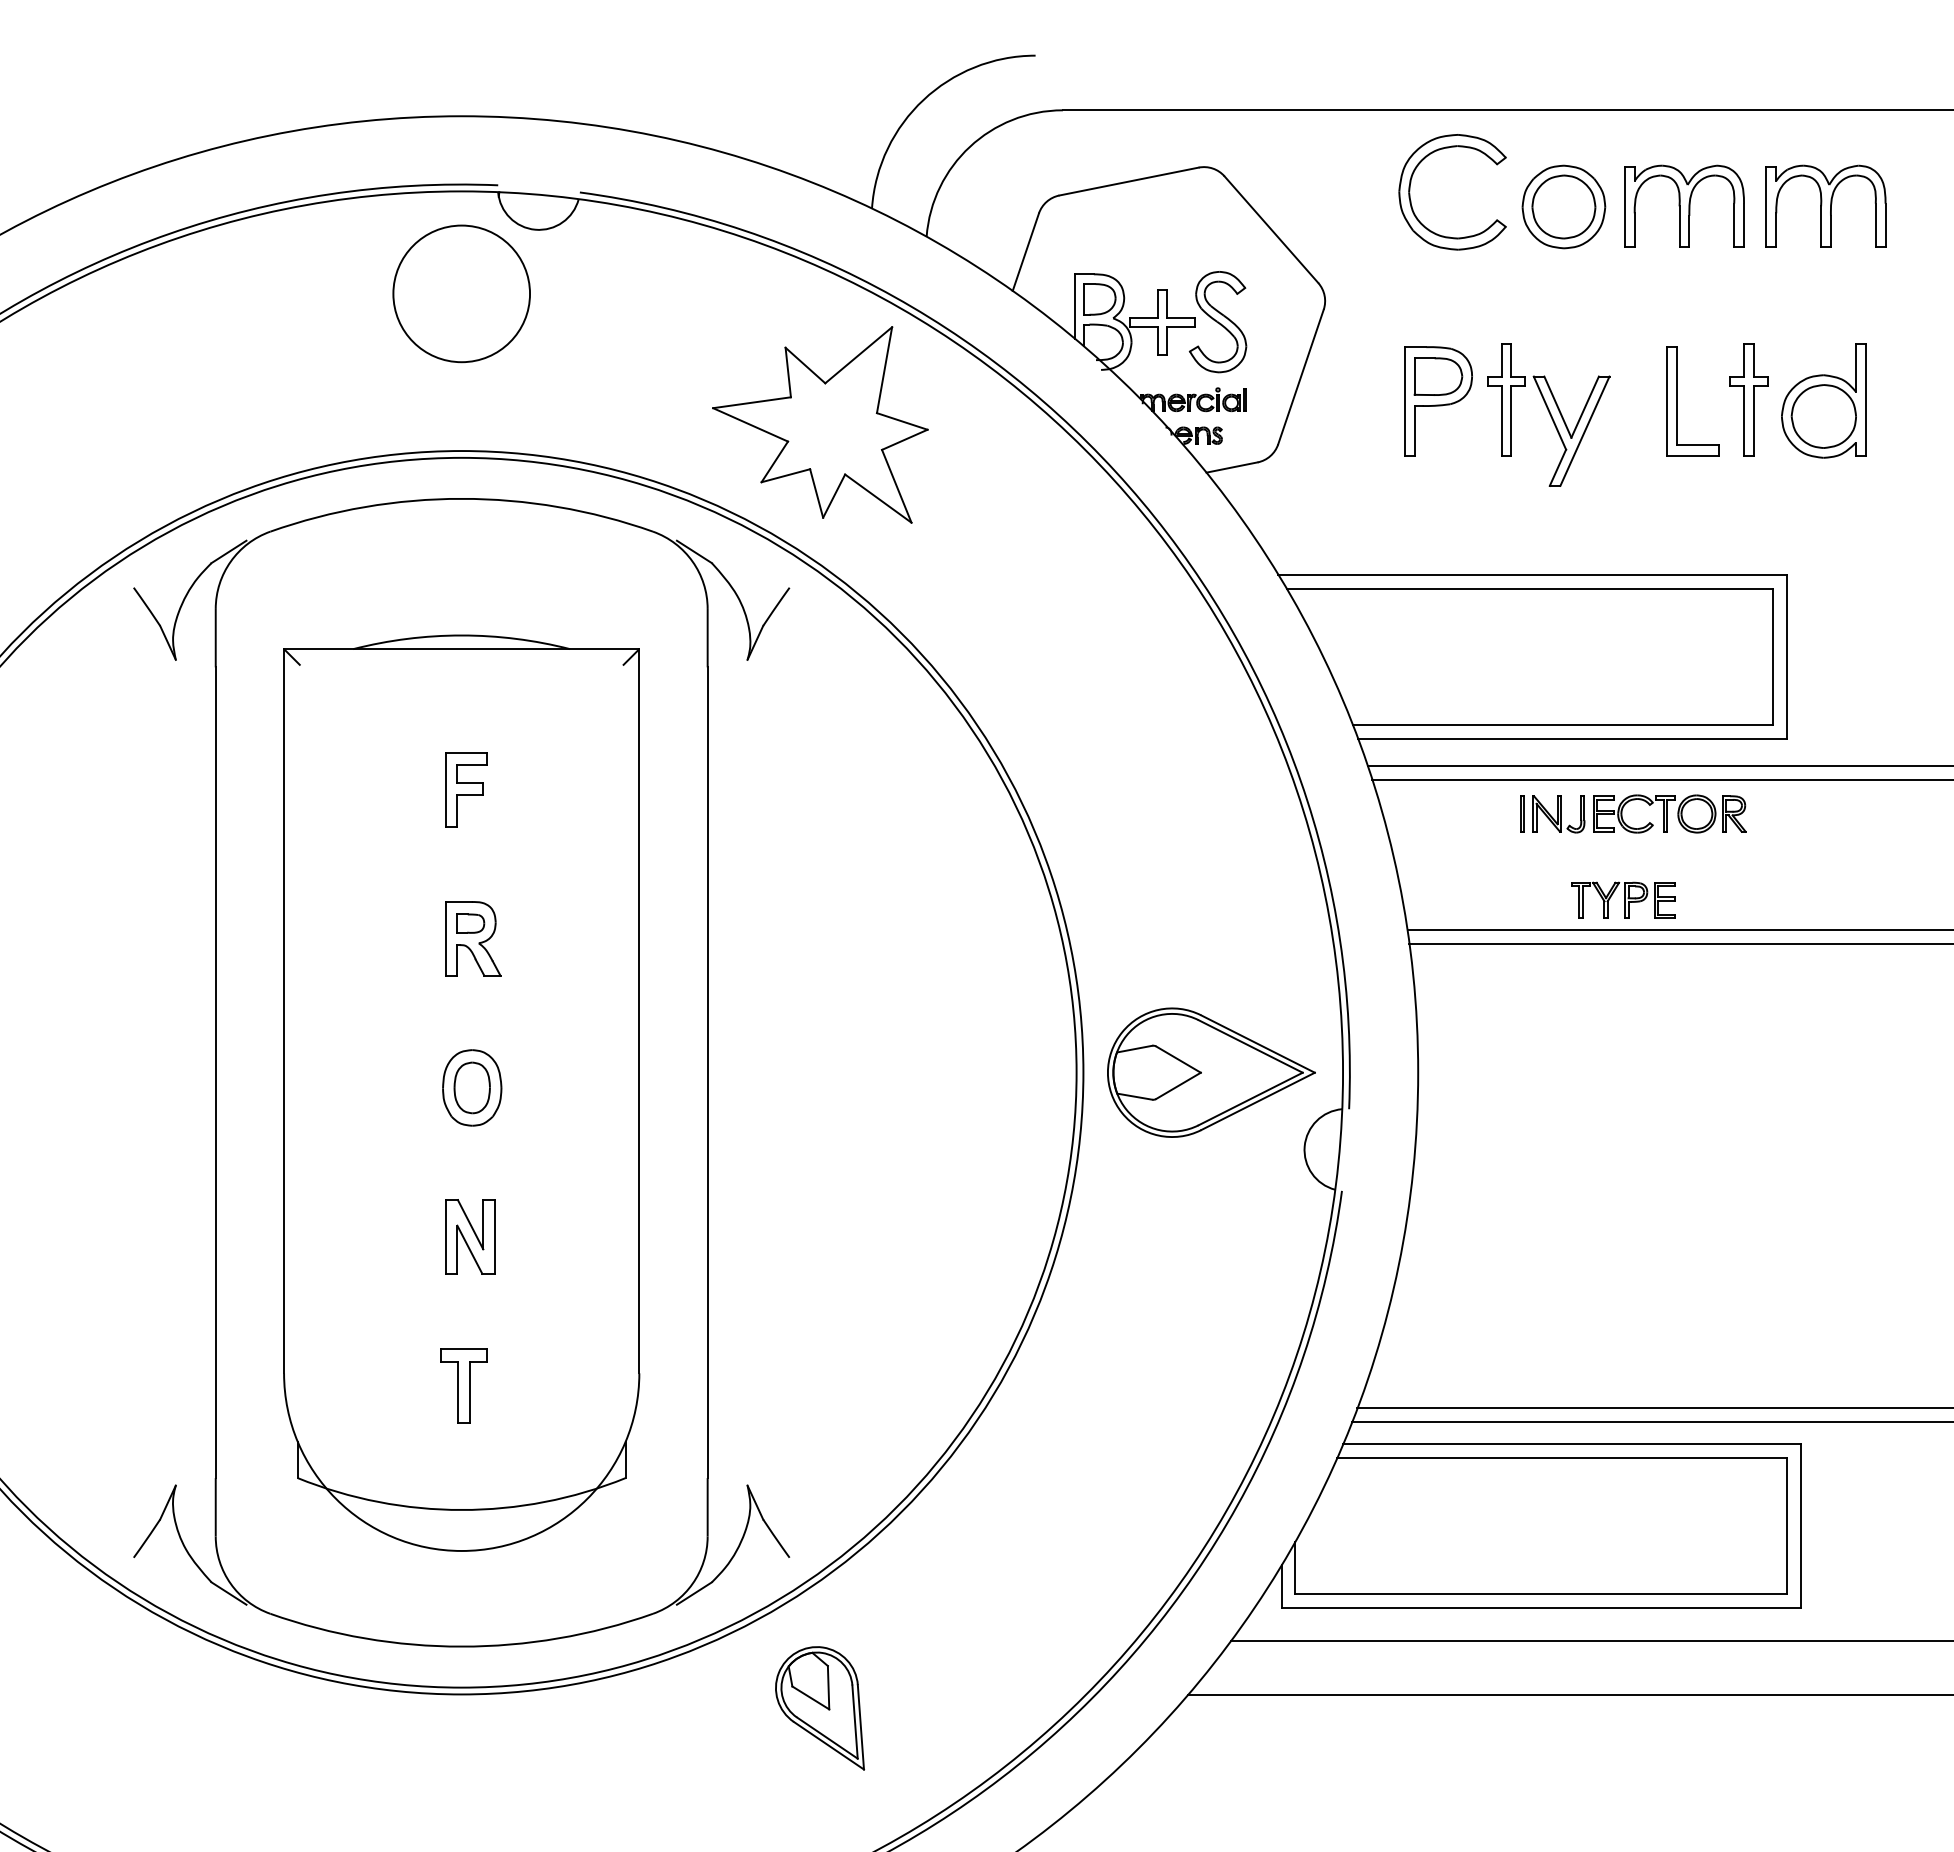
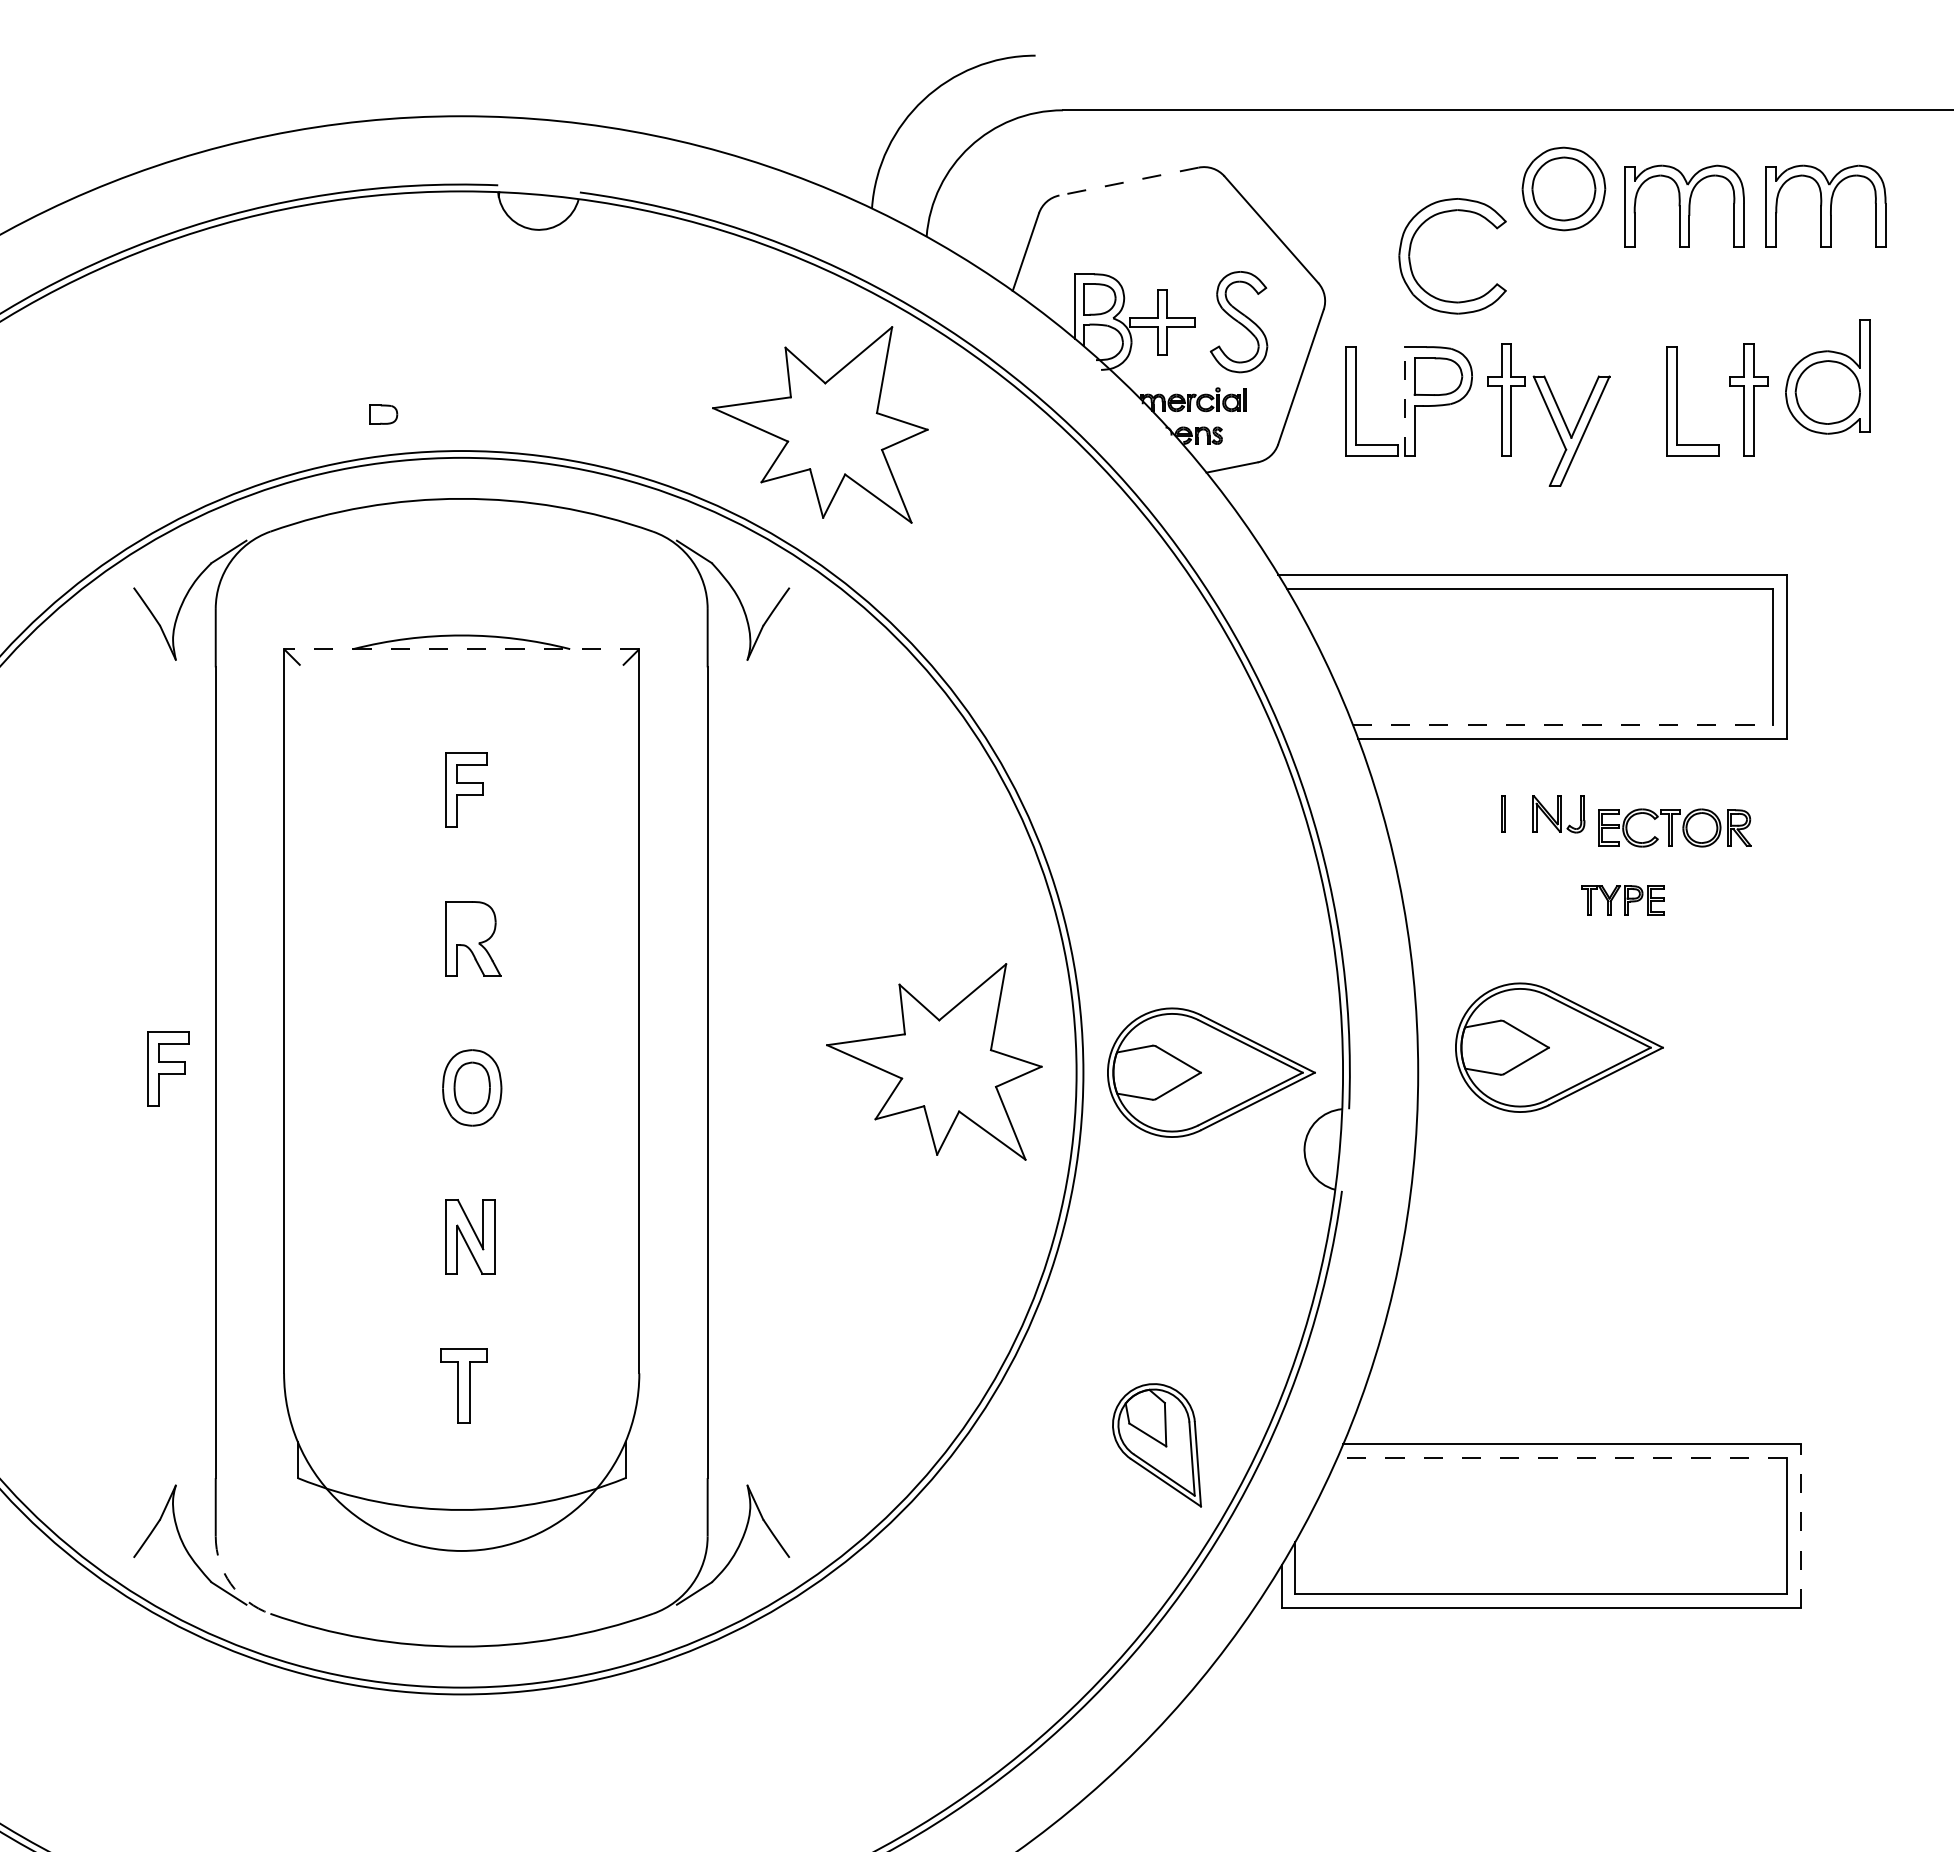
line at (1128, 181): solid -> dashed
part at (1411, 200) position: (1411, 200) -> (1411, 264)
part at (1563, 206) position: (1563, 206) -> (1563, 188)
circle at (461, 293): present -> none
part at (1217, 322) position: (1217, 322) -> (1238, 322)
part at (1823, 400) position: (1823, 400) -> (1827, 376)
part at (1356, 401): none -> present
line at (1404, 401): solid -> dashed
line at (461, 649): solid -> dashed
line at (1563, 725): solid -> dashed
line at (1658, 766): present -> none
line at (1661, 779): present -> none
line at (1521, 813) position: (1521, 813) -> (1502, 813)
part at (1669, 813) position: (1669, 813) -> (1674, 827)
part at (1623, 899) size: 105x38 px -> 84x31 px
part at (470, 923) position: (470, 923) -> (383, 414)
line at (1678, 930): present -> none
line at (1679, 943): present -> none
part at (1559, 1047): none -> present
part at (934, 1061): none -> present
part at (168, 1068): none -> present
line at (1653, 1408): present -> none
line at (1651, 1422): present -> none
line at (1562, 1457): solid -> dashed
line at (1800, 1525): solid -> dashed
arc at (230, 1583): solid -> dashed
line at (1590, 1640): present -> none
line at (1568, 1695): present -> none
part at (819, 1708) position: (819, 1708) -> (1156, 1445)
